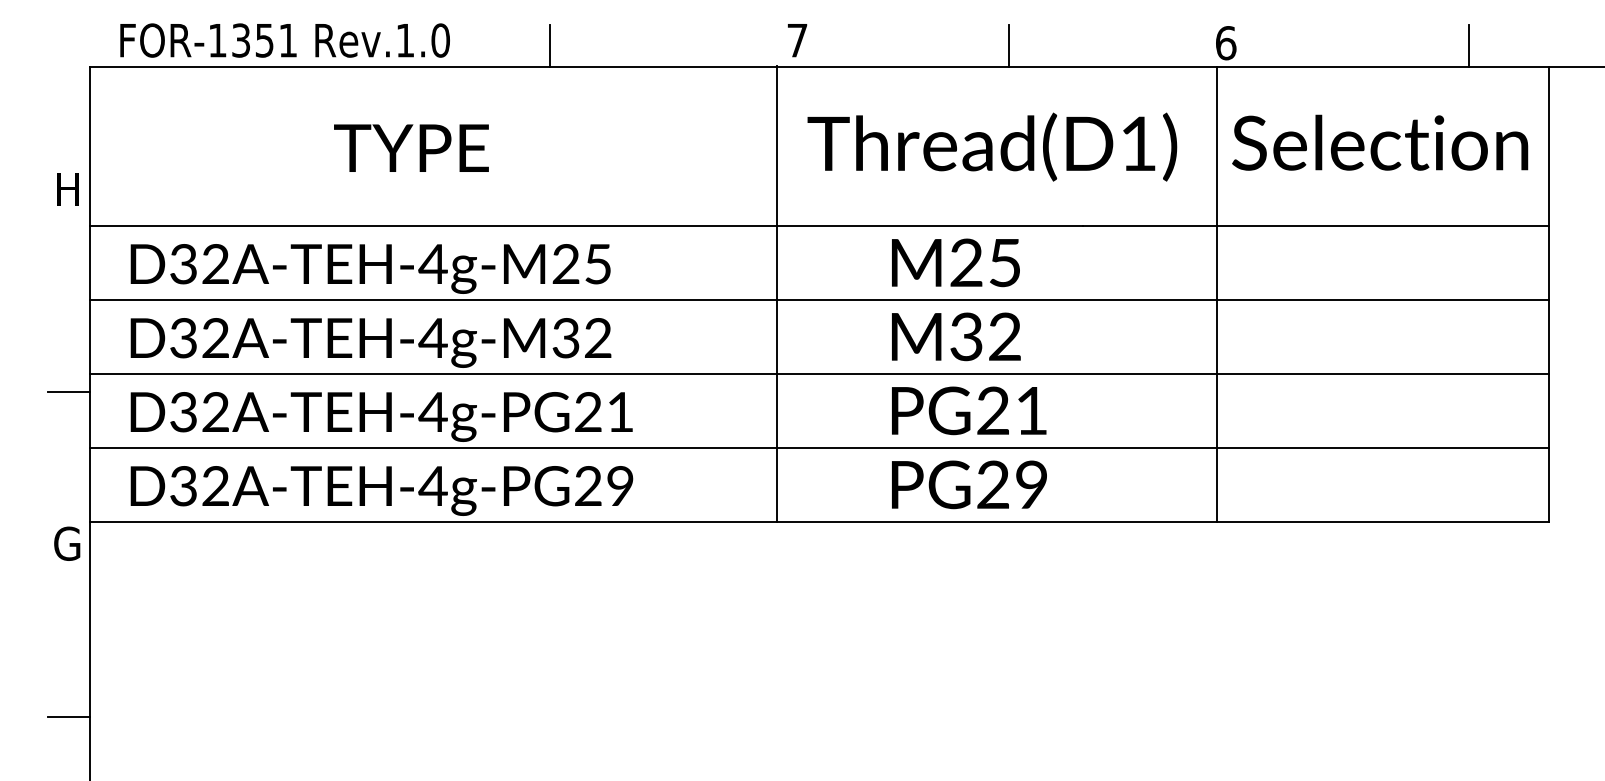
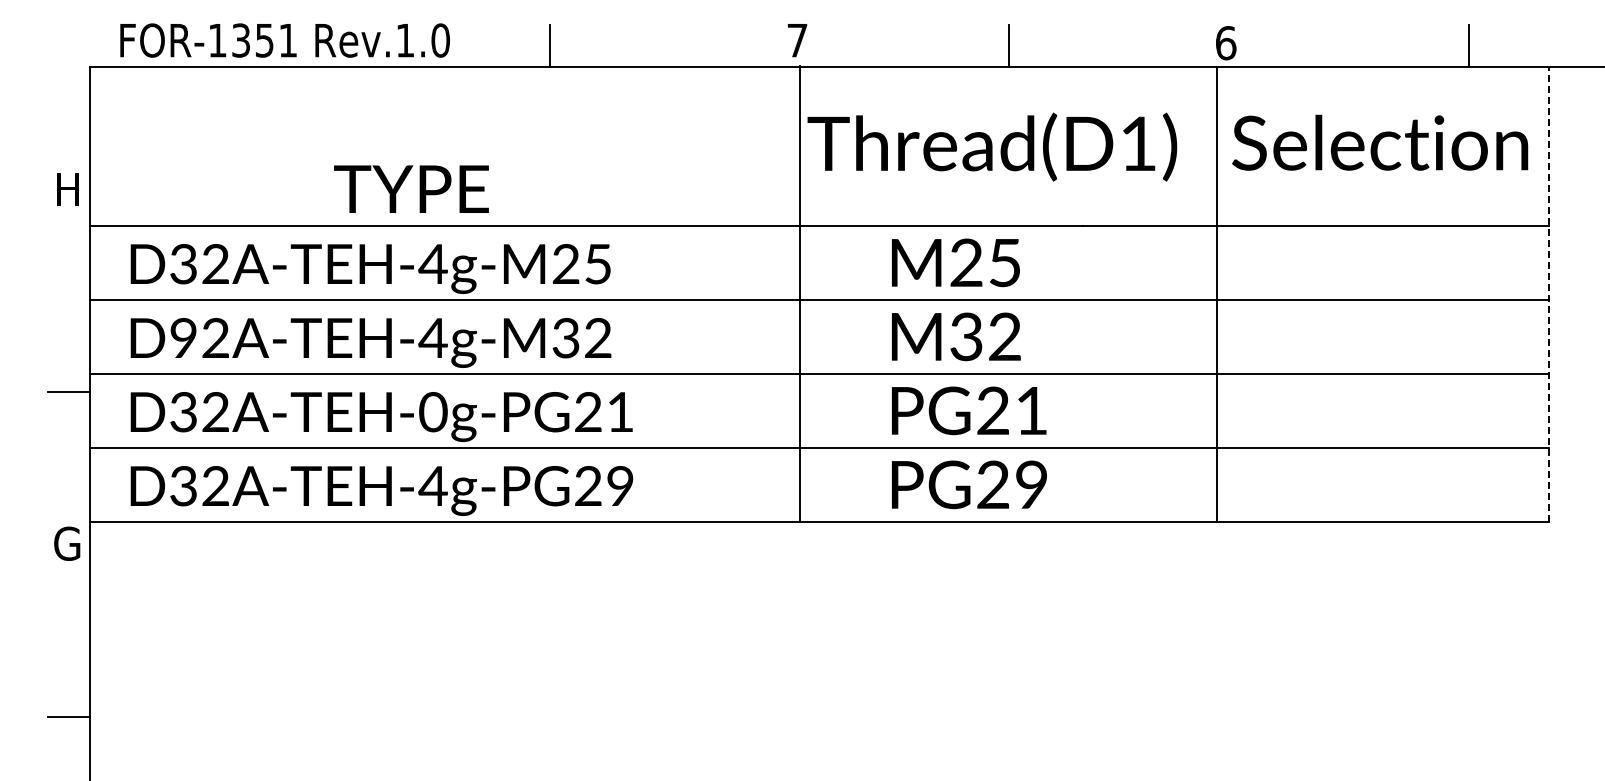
text at (411, 147) position: (411, 147) -> (411, 188)
line at (776, 293) position: (776, 293) -> (799, 293)
line at (1549, 293): solid -> dashed
text at (183, 338): D32A-TEH-4g-M32 -> D92A-TEH-4g-M32
text at (432, 412): D32A-TEH-4g-PG21 -> D32A-TEH-0g-PG21
